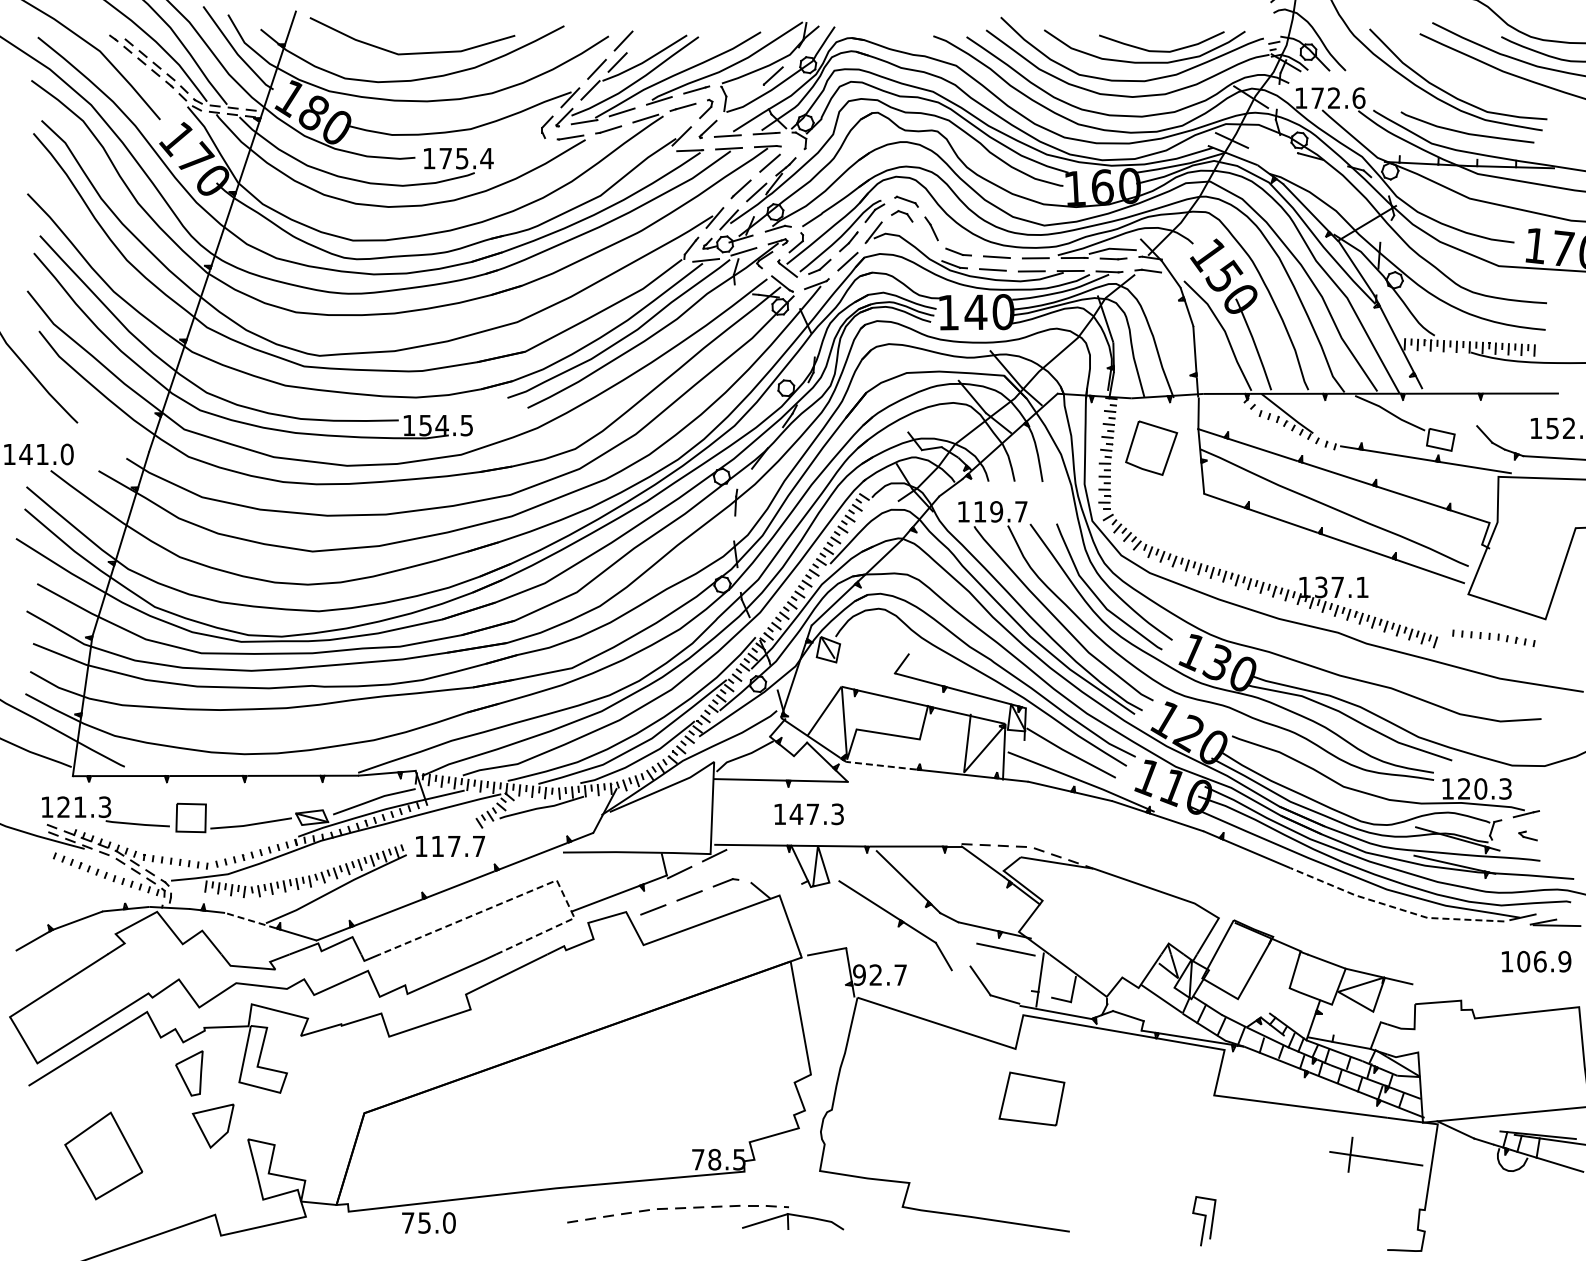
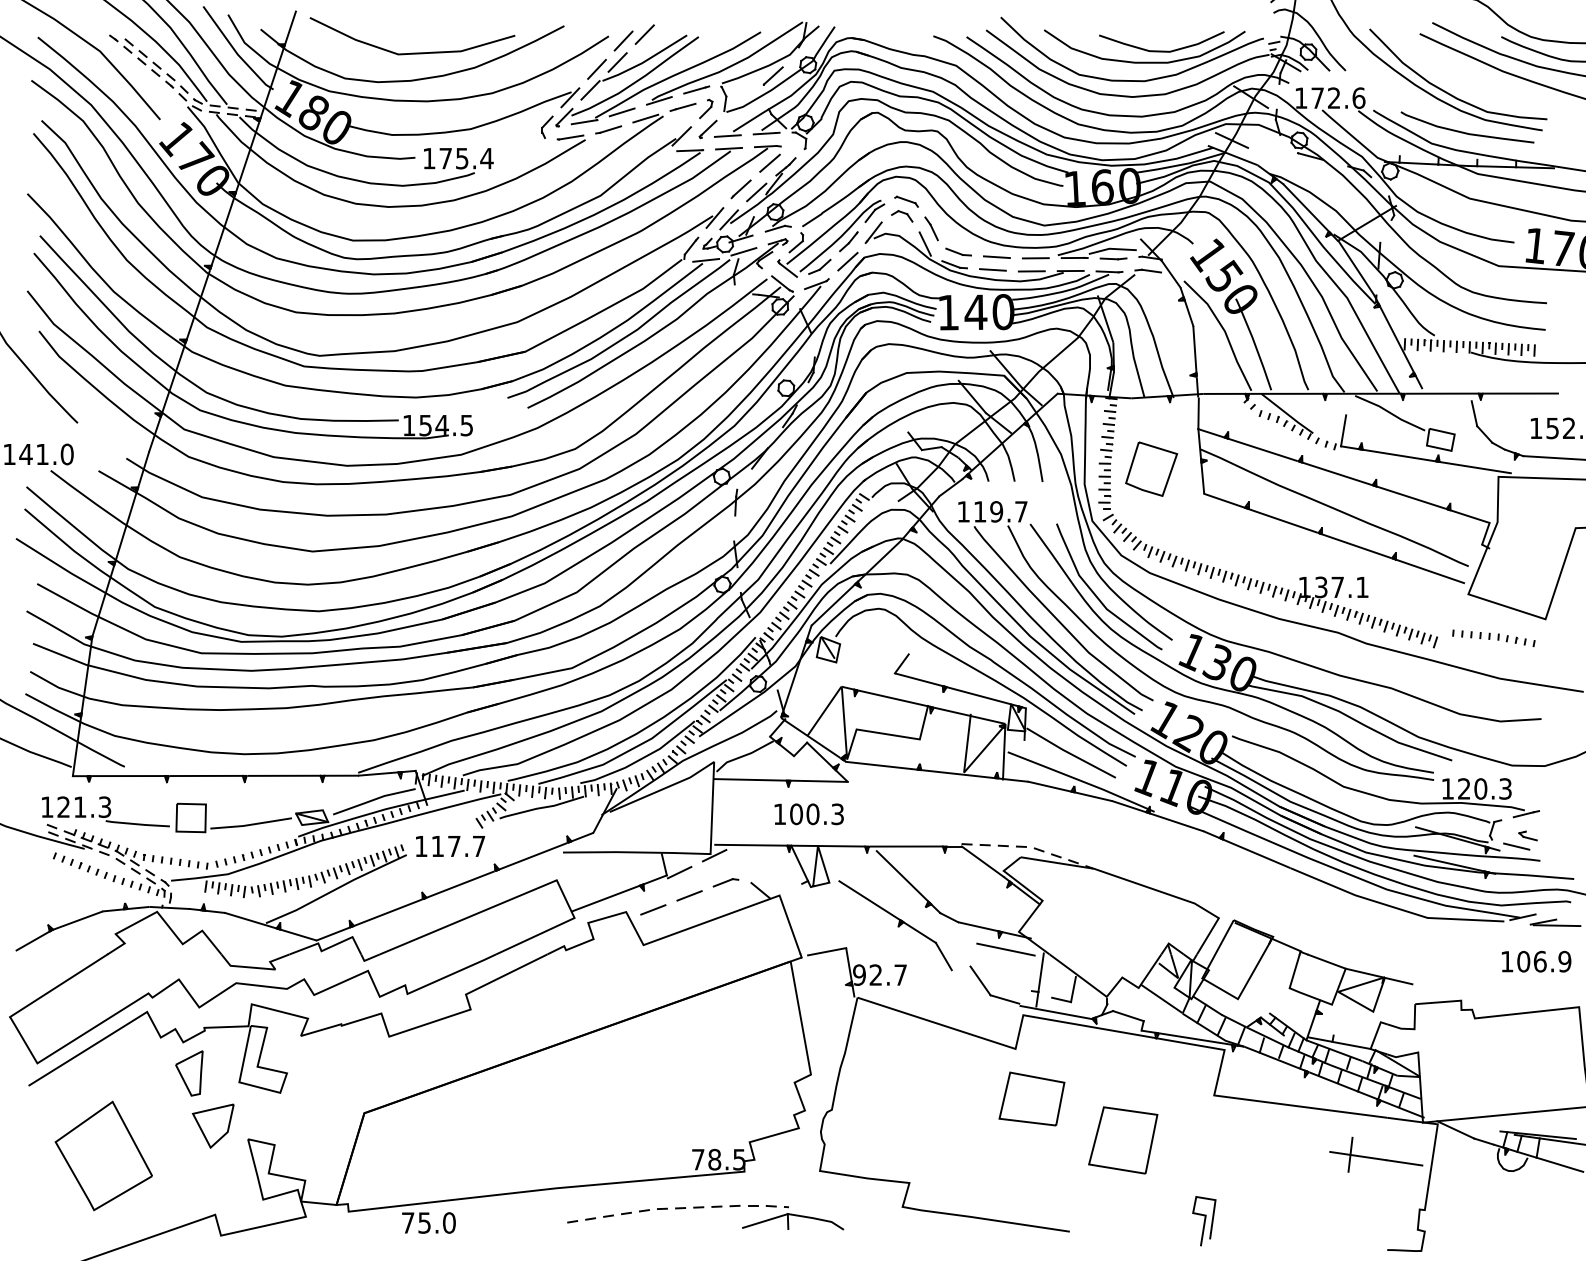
line at (644, 34): none -> present
line at (924, 243): none -> present
line at (1474, 413): none -> present
line at (1343, 430): none -> present
part at (1151, 447) position: (1151, 447) -> (1151, 468)
line at (880, 765): dashed -> solid
text at (804, 814): 147.3 -> 100.3
line at (1516, 846): none -> present
line at (528, 892): dashed -> solid
line at (1394, 907): dashed -> solid
line at (250, 920): dashed -> solid
part at (1123, 1140): none -> present
part at (103, 1155) size: 80x90 px -> 99x112 px
